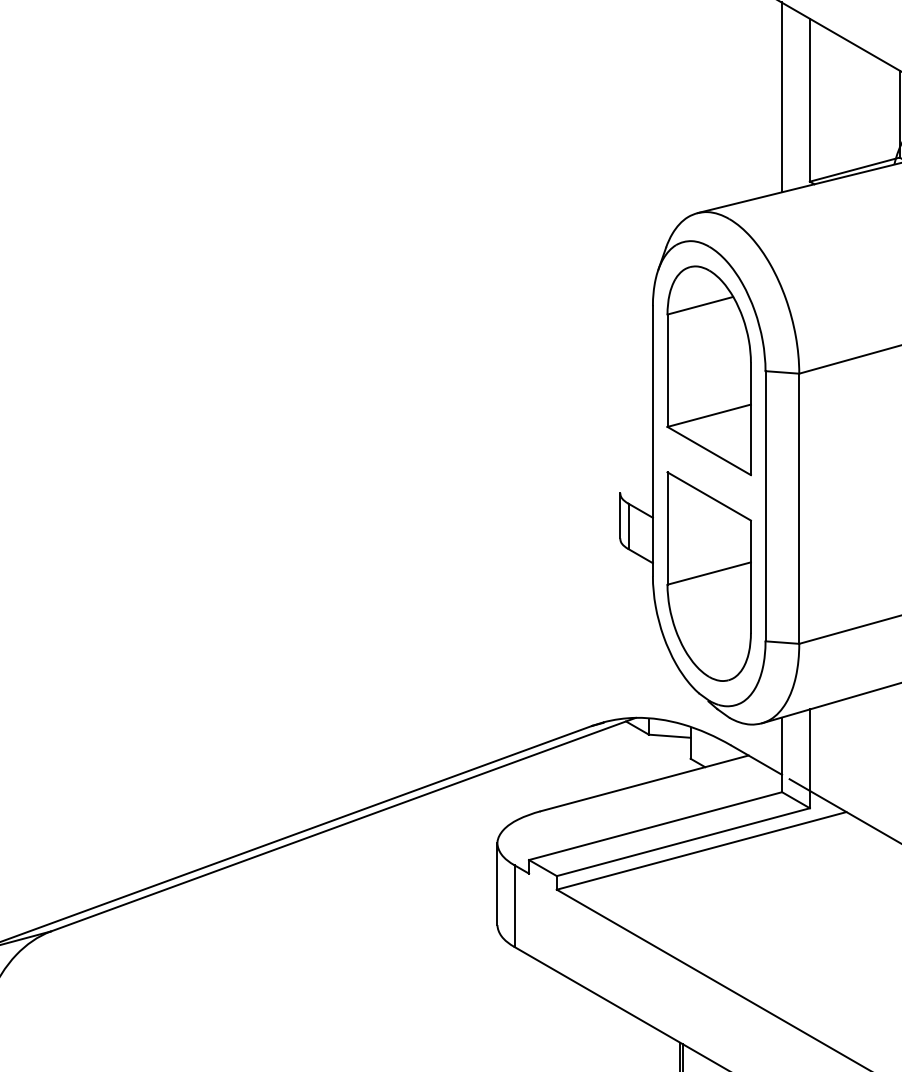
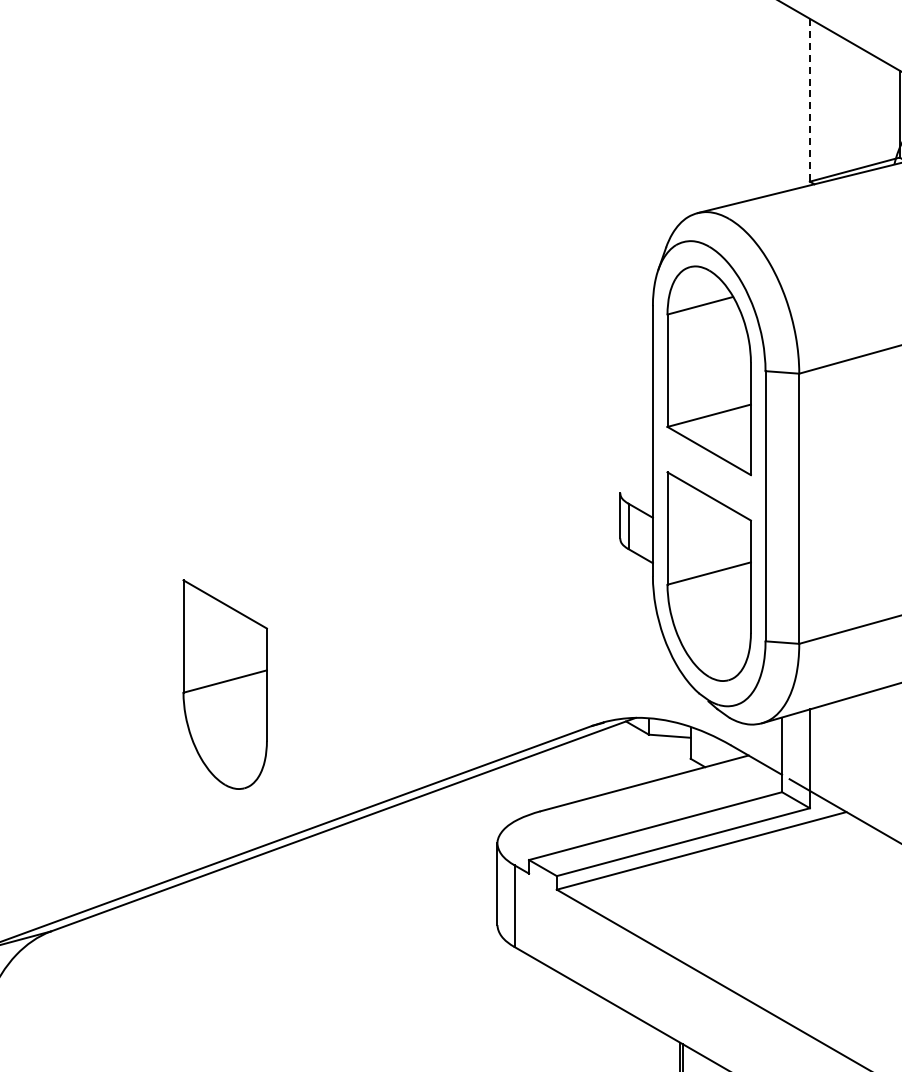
line at (782, 97): present -> none
line at (809, 100): solid -> dashed
part at (224, 684): none -> present
